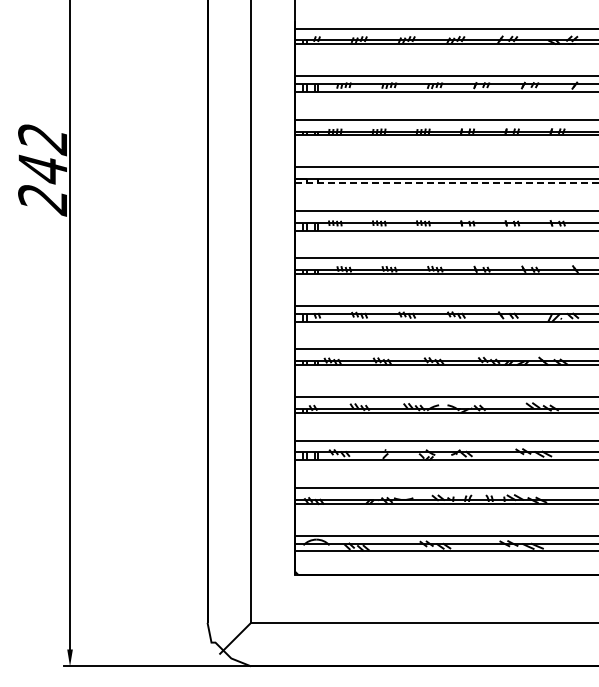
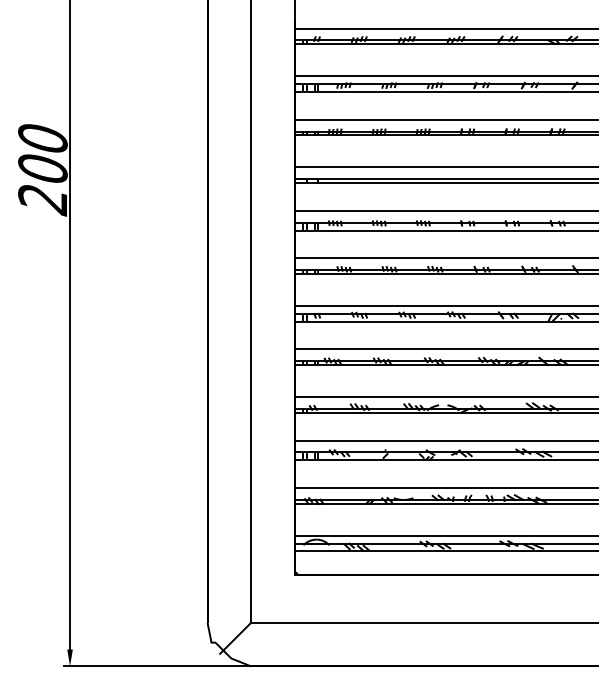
text at (42, 154): 242 -> 200
line at (446, 183): dashed -> solid
